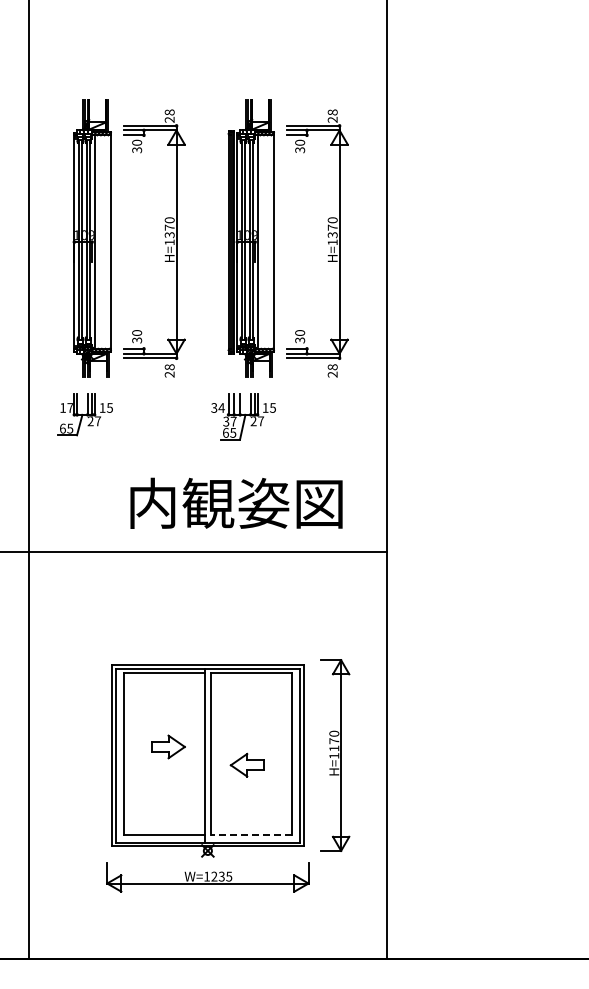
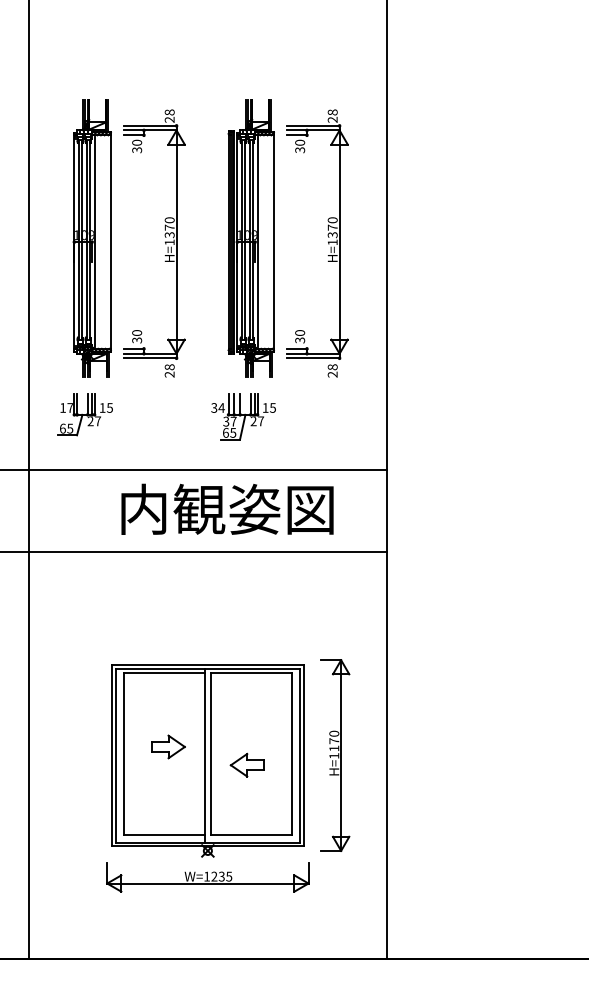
line at (194, 470): none -> present
text at (236, 502) position: (236, 502) -> (227, 508)
line at (251, 834): dashed -> solid
